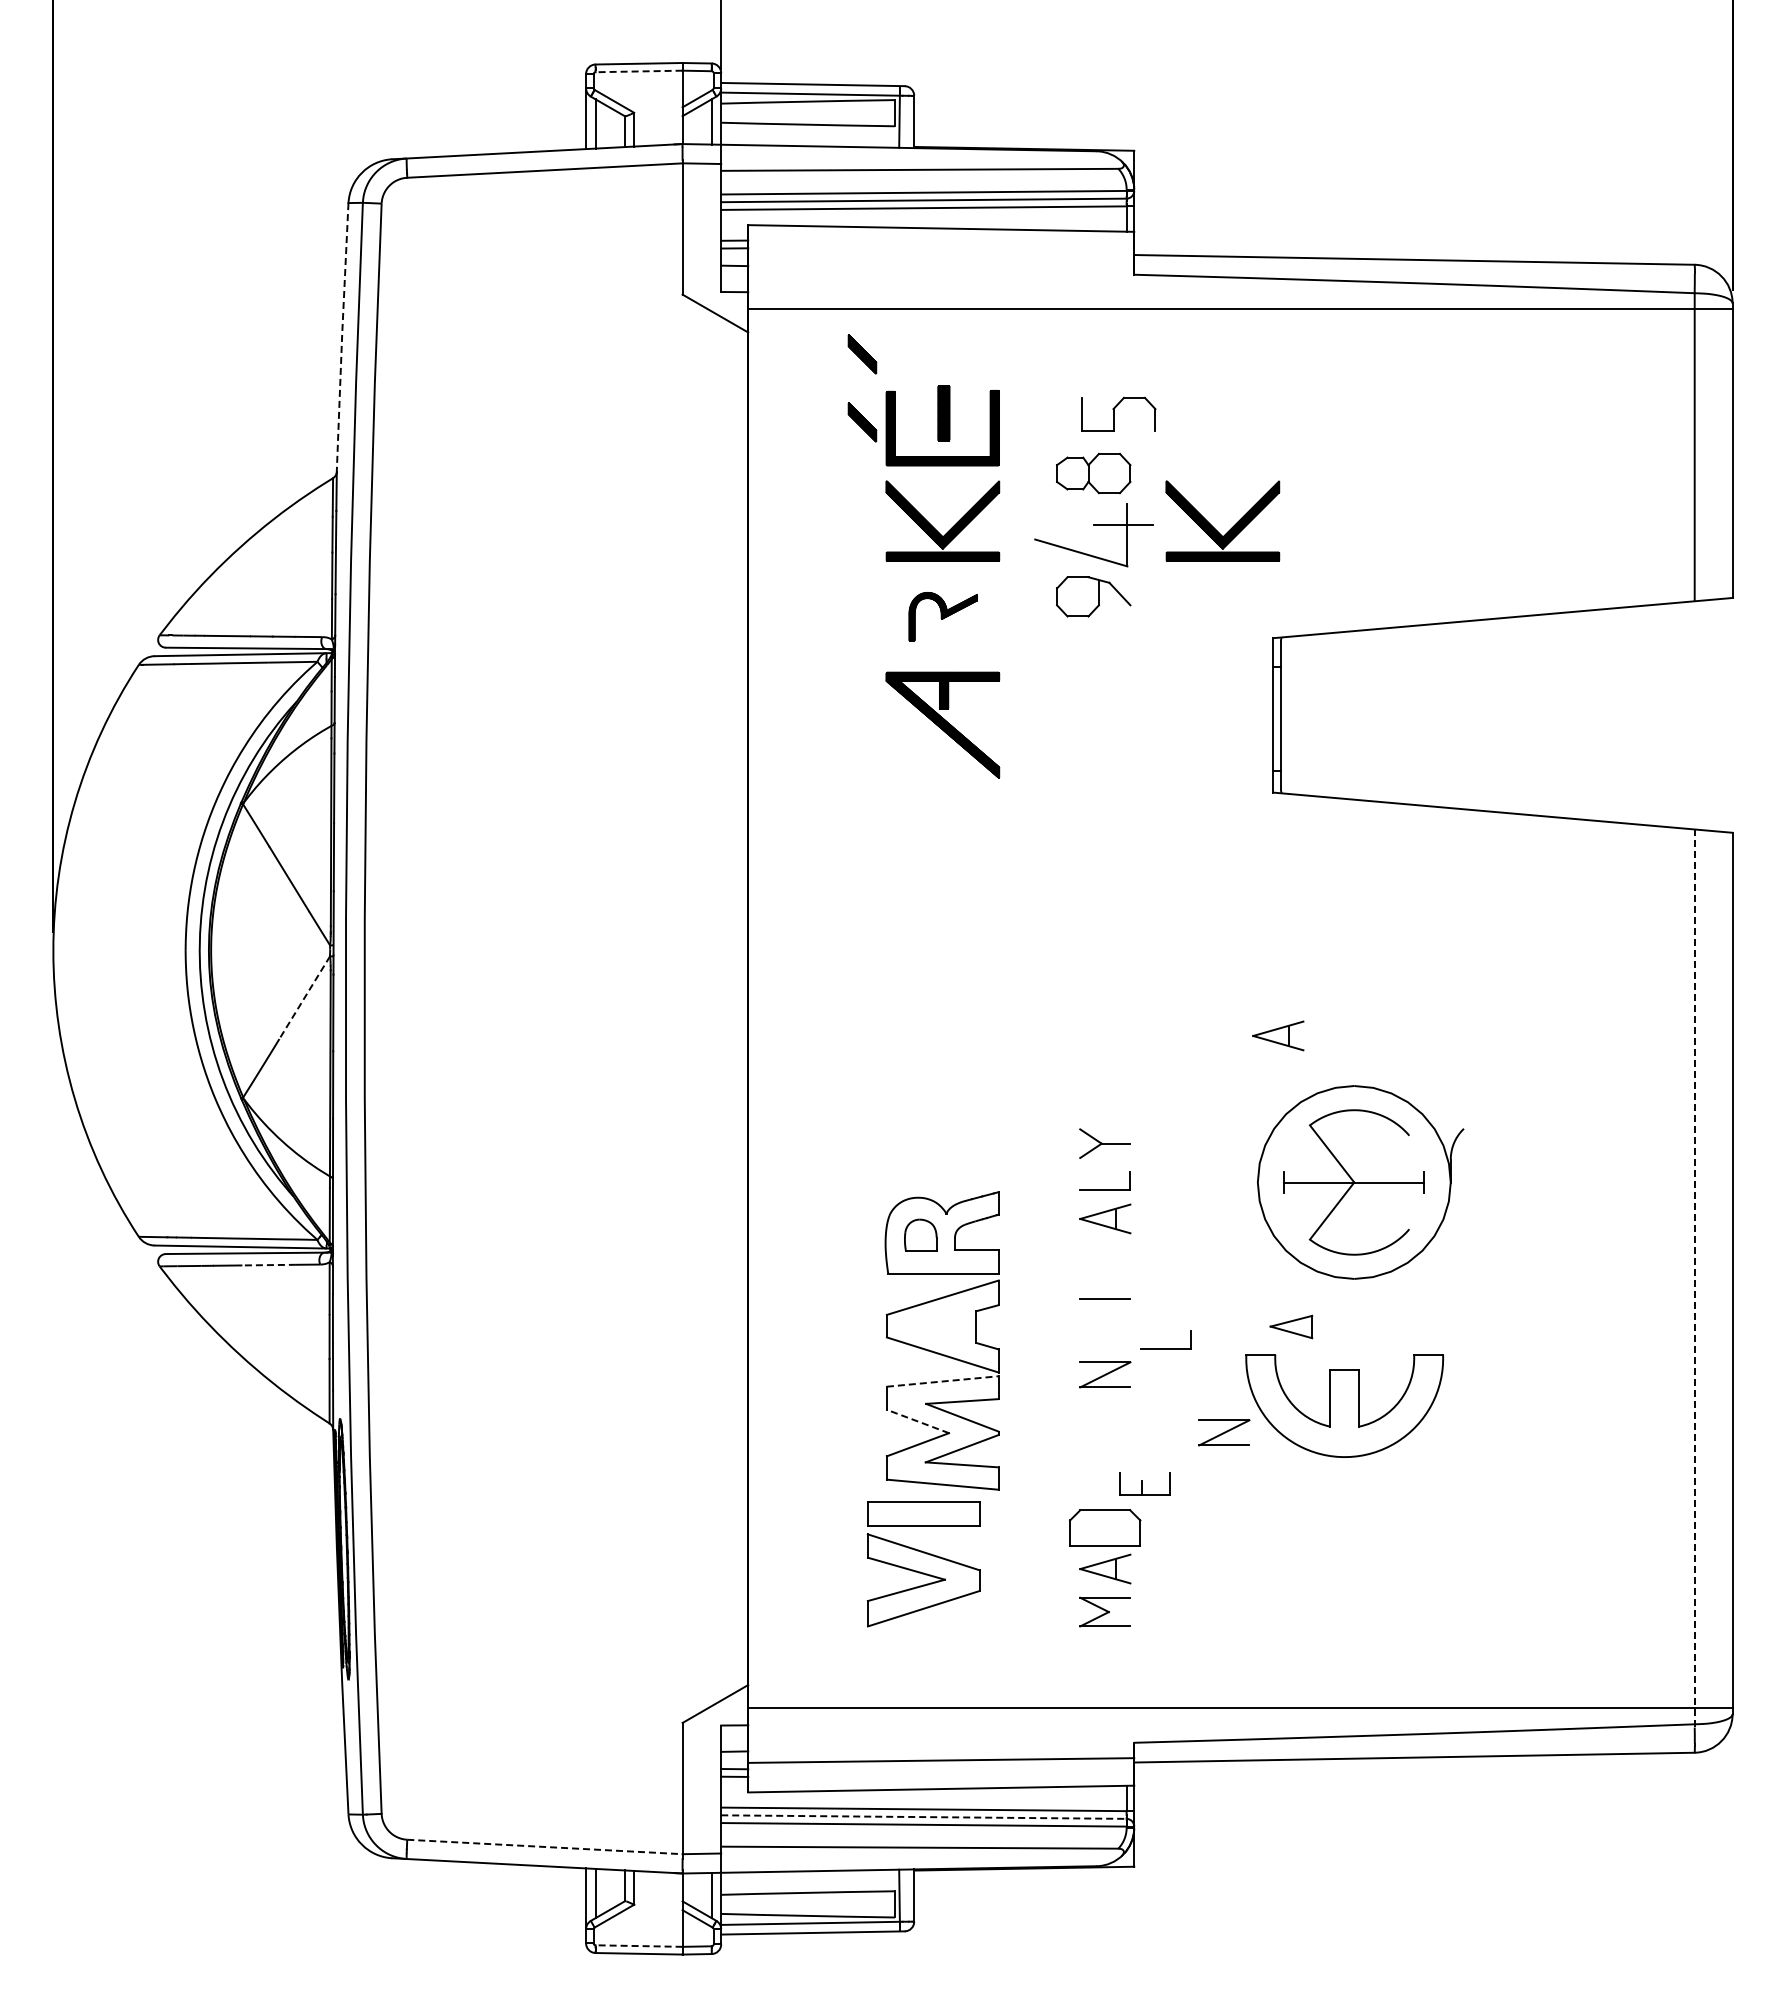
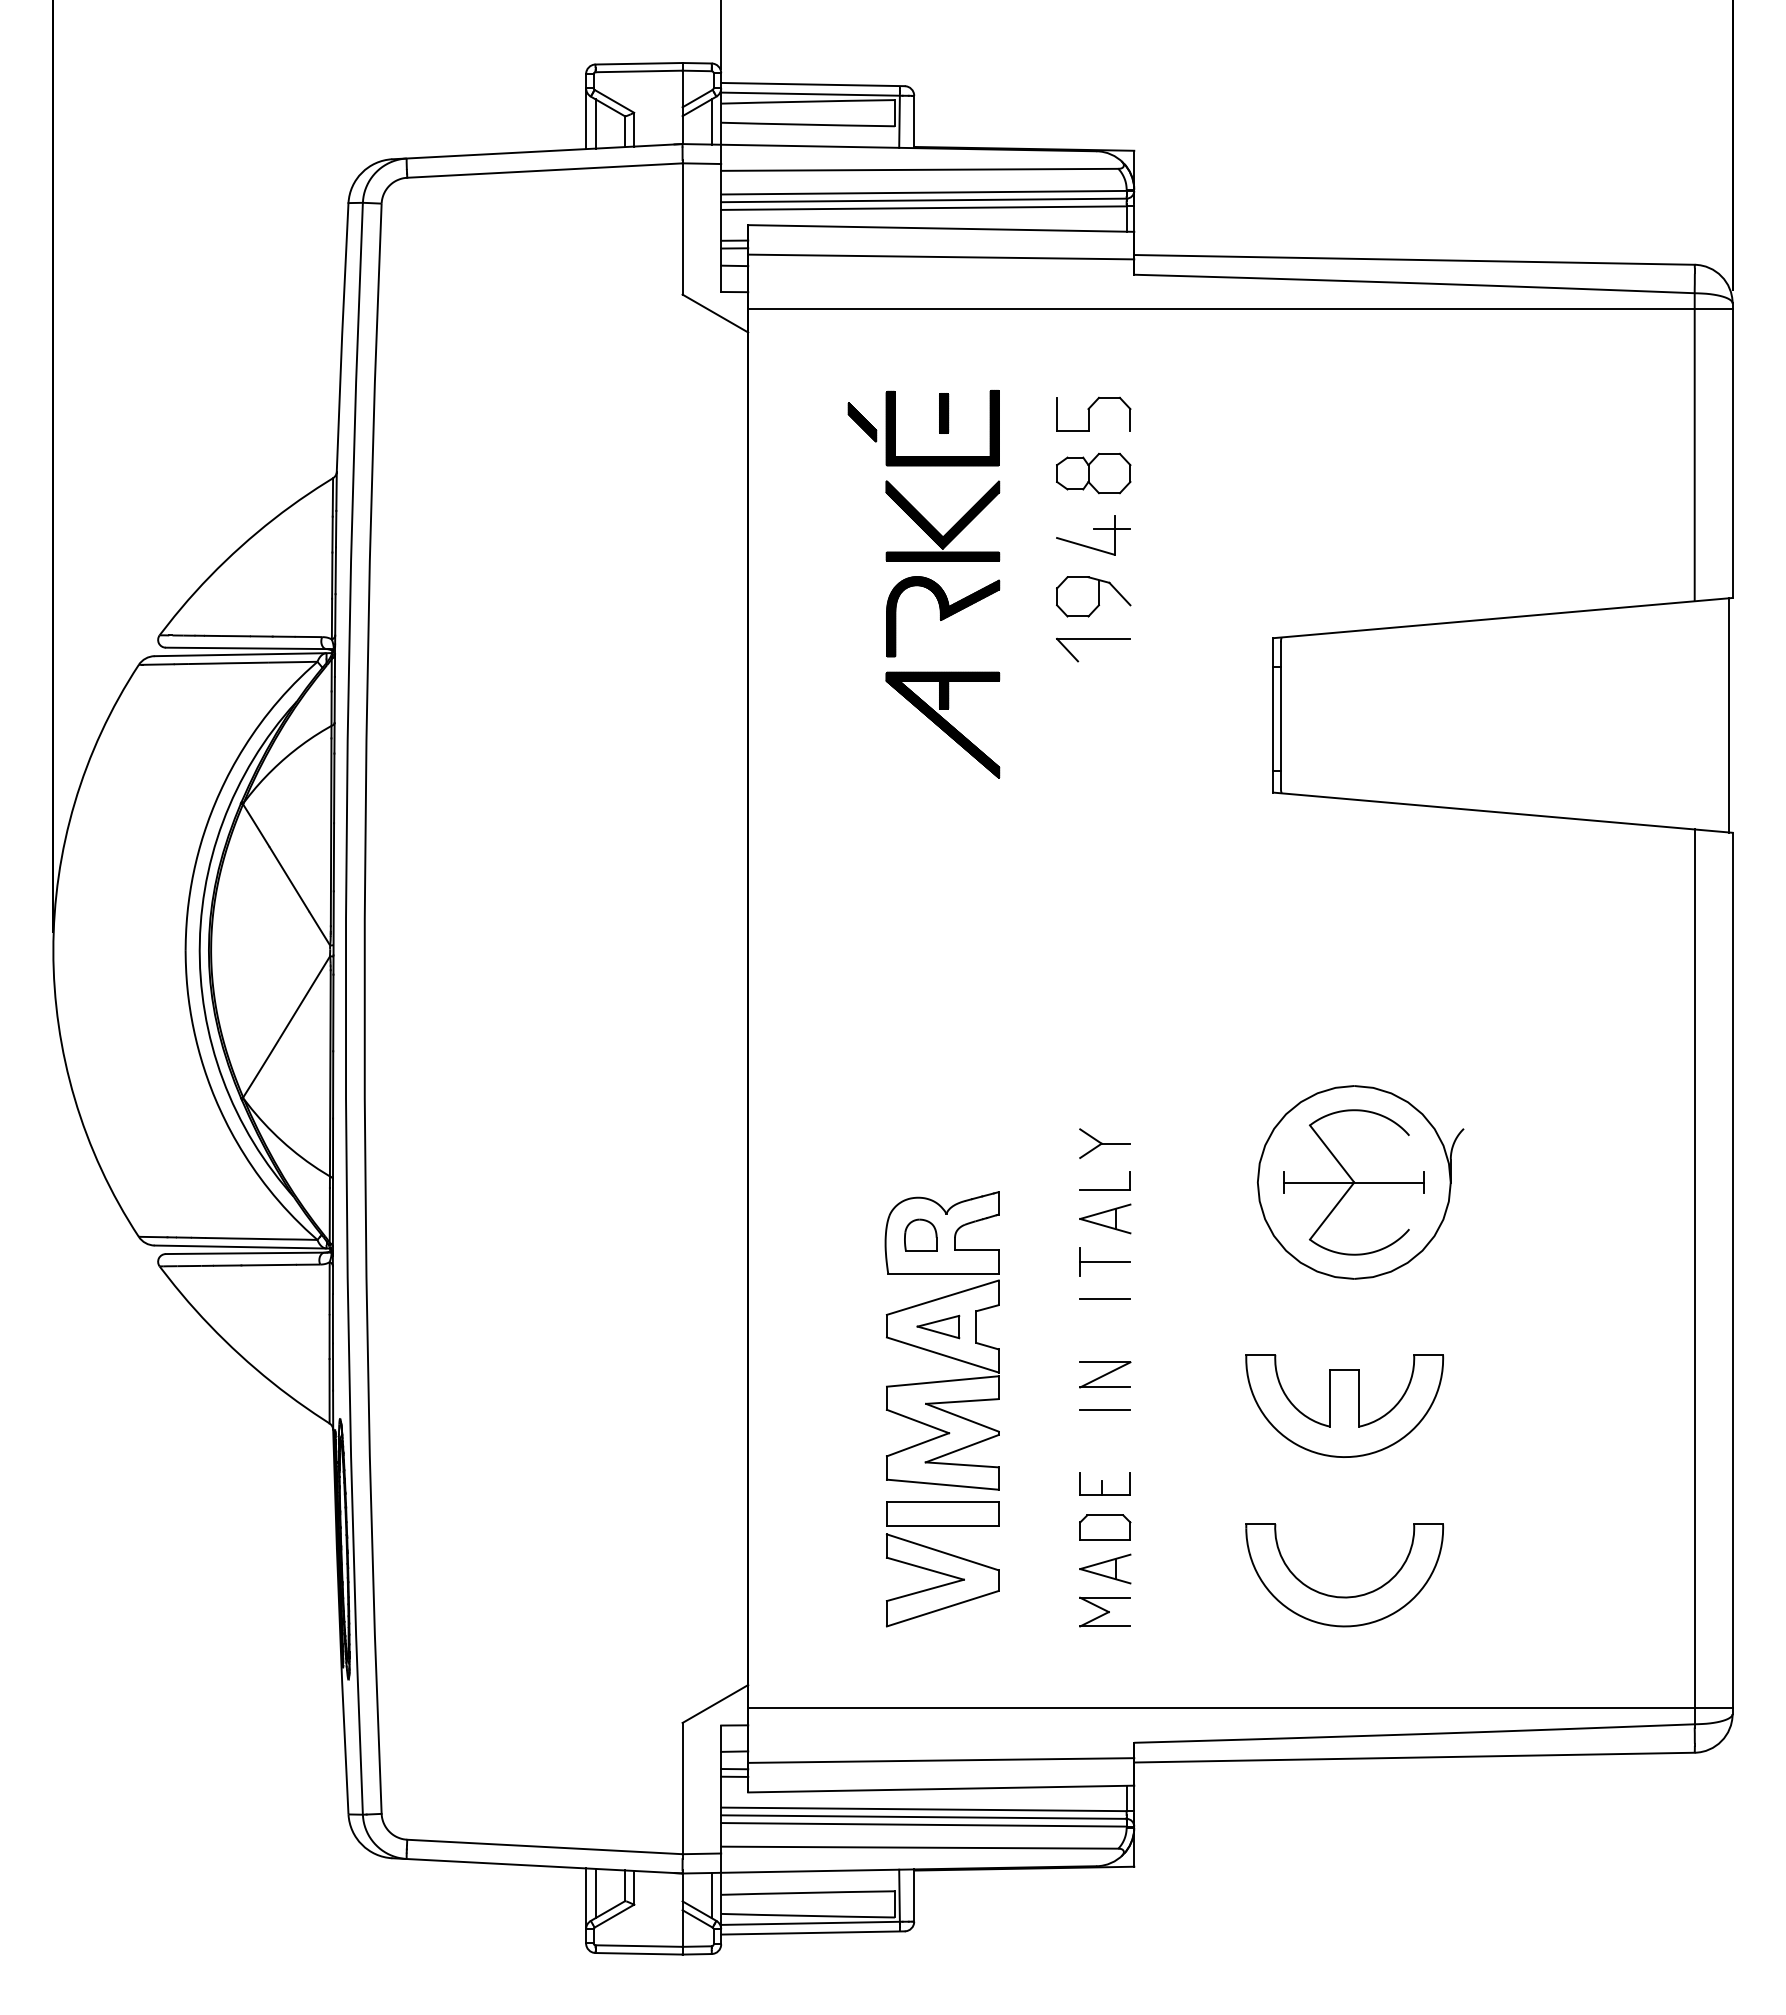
line at (639, 71): dashed -> solid
line at (941, 256): none -> present
line at (342, 337): dashed -> solid
part at (862, 354): present -> none
part at (943, 413) size: 14x57 px -> 11x41 px
part at (1118, 413) position: (1118, 413) -> (1093, 413)
part at (1214, 527): present -> none
part at (1093, 535) size: 120x65 px -> 75x41 px
part at (942, 616) size: 70x50 px -> 115x82 px
part at (1093, 639): none -> present
line at (1728, 714): none -> present
line at (304, 997): dashed -> solid
part at (1278, 1035): present -> none
part at (1104, 1261): none -> present
line at (268, 1265): dashed -> solid
line at (1694, 1278): dashed -> solid
part at (1291, 1326) position: (1291, 1326) -> (938, 1326)
part at (1165, 1348): present -> none
line at (943, 1381): dashed -> solid
line at (1104, 1409): none -> present
line at (917, 1421): dashed -> solid
part at (1224, 1432): present -> none
part at (1144, 1483) position: (1144, 1483) -> (1104, 1483)
part at (1105, 1527) size: 73x38 px -> 53x27 px
part at (923, 1564) position: (923, 1564) -> (942, 1564)
part at (1344, 1596): none -> present
line at (923, 1817): dashed -> solid
line at (544, 1846): dashed -> solid
line at (639, 1946): dashed -> solid
